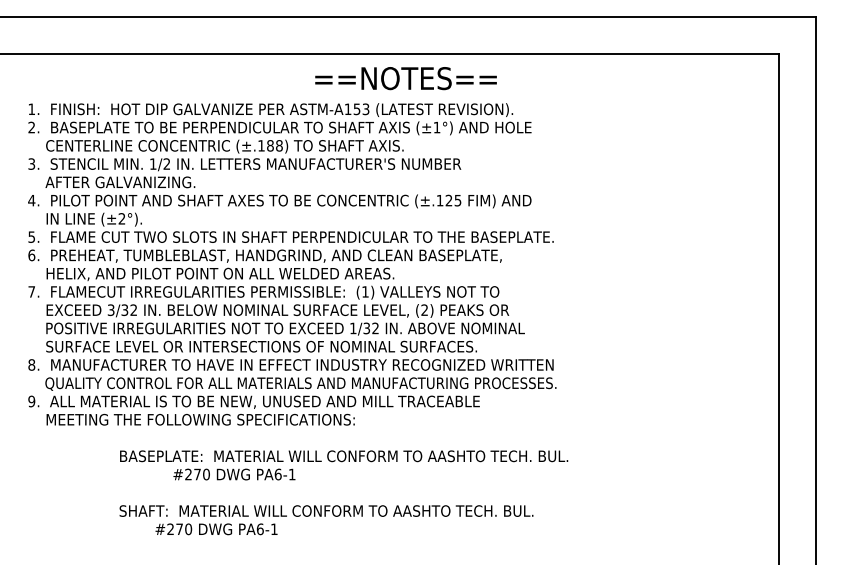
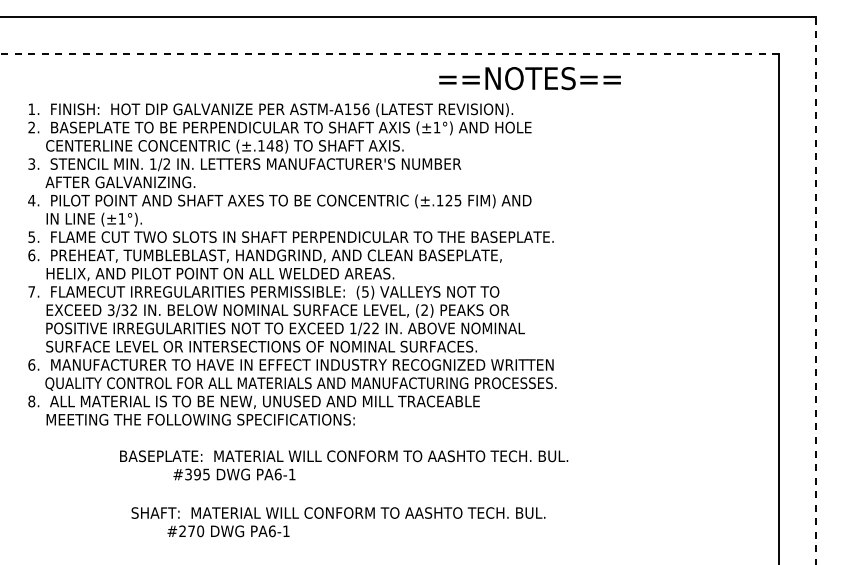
line at (389, 53): solid -> dashed
text at (405, 78) position: (405, 78) -> (529, 78)
text at (365, 109): ASTM-A153 -> ASTM-A156
text at (270, 145): (±.188) -> (±.148)
text at (121, 218): (±2°). -> (±1°).
line at (815, 290): solid -> dashed
text at (365, 291): (1) -> (5)
text at (366, 328): 1/32 -> 1/22
text at (31, 364): 8. -> 6.
text at (31, 401): 9. -> 8.
text at (197, 474): #270 -> #395
text at (326, 520) position: (326, 520) -> (338, 522)
